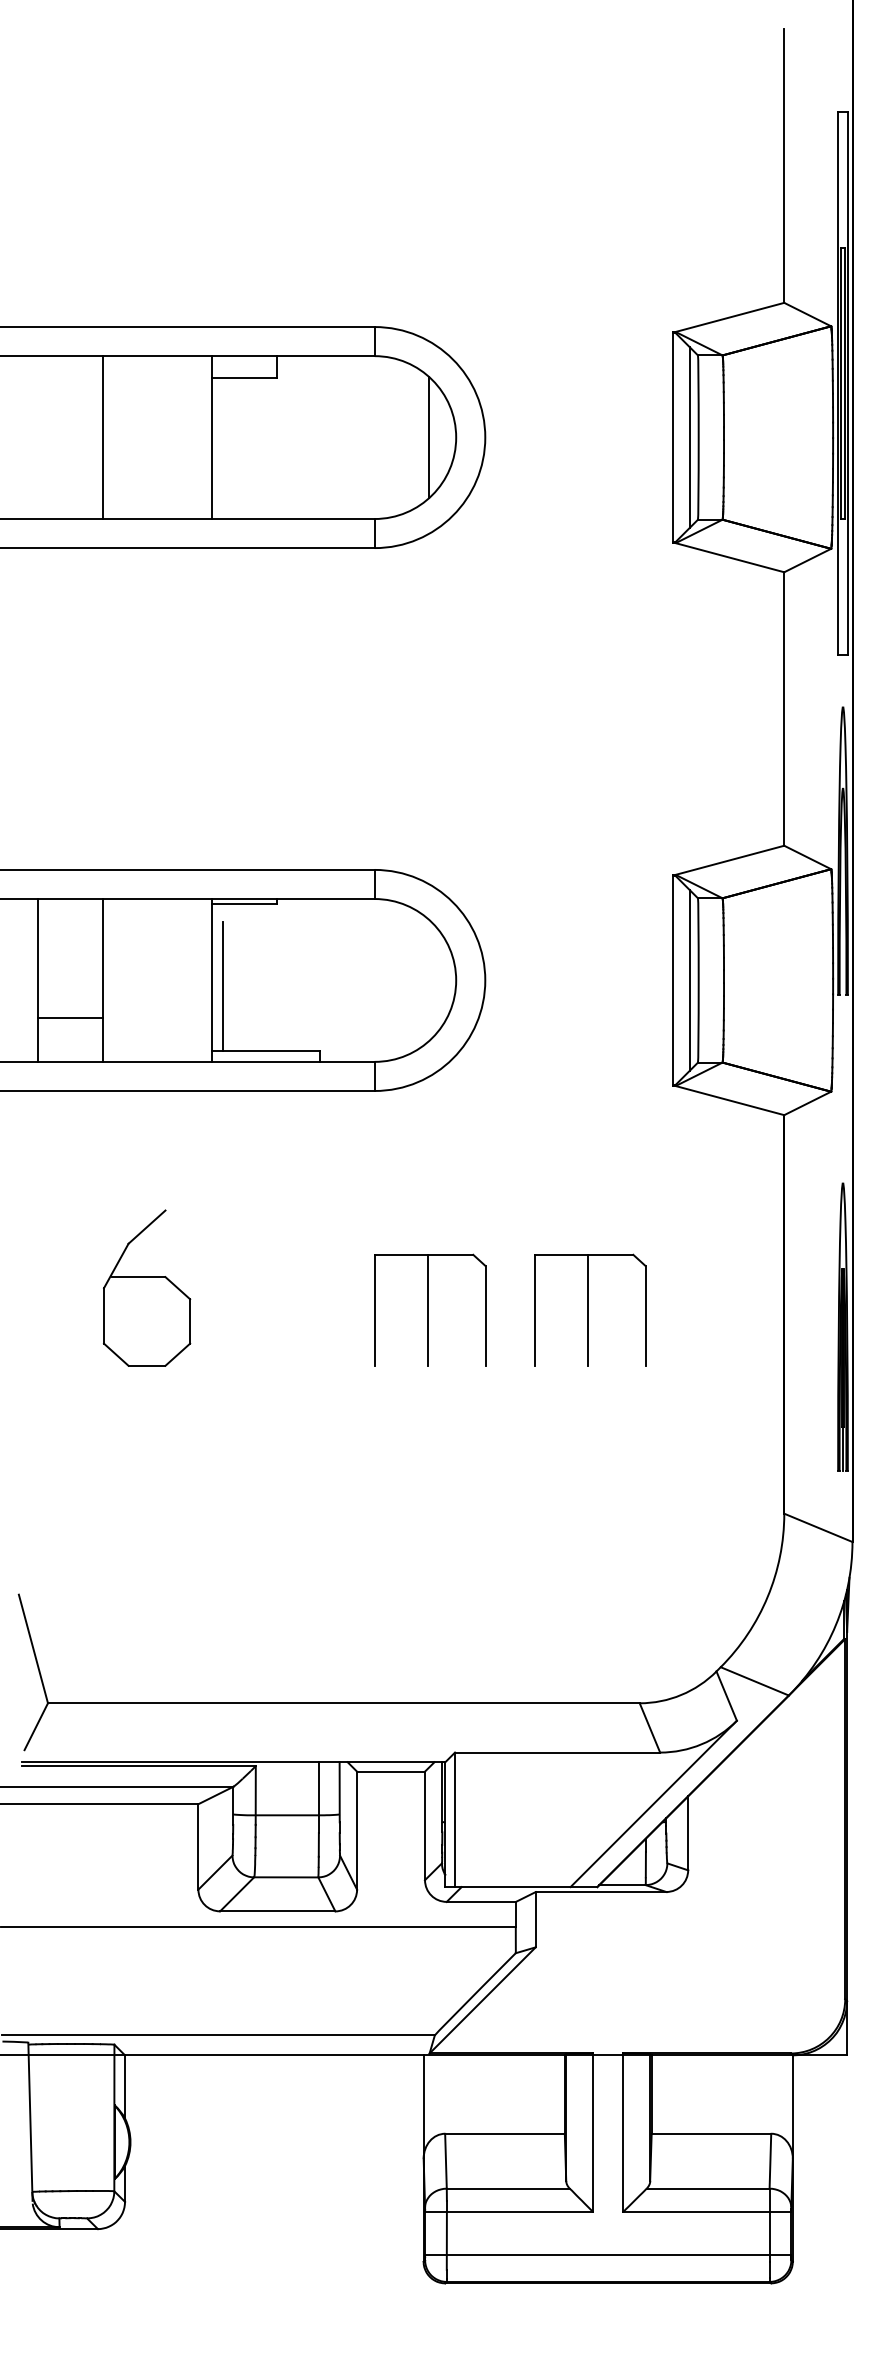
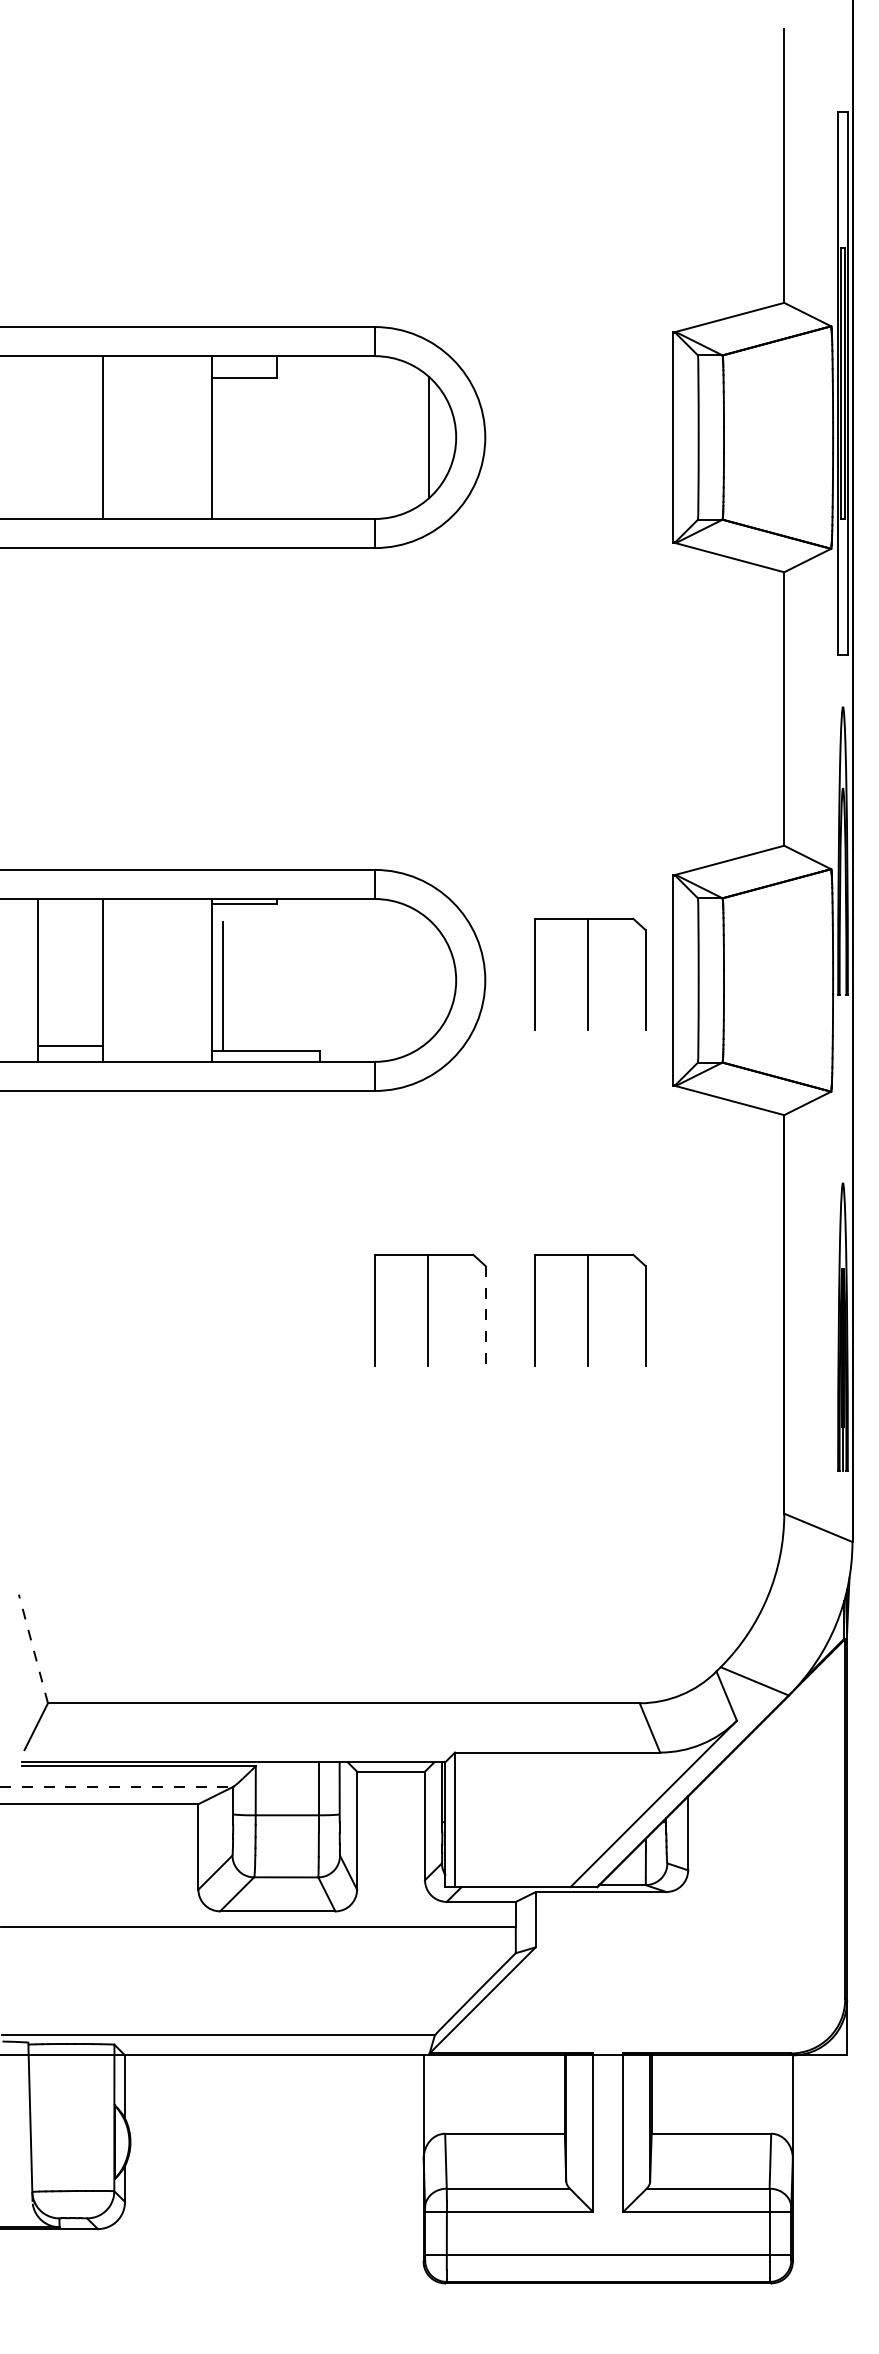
line at (689, 437): present -> none
part at (590, 973): none -> present
line at (689, 979): present -> none
line at (70, 1018) position: (70, 1018) -> (70, 1046)
part at (147, 1287): present -> none
line at (485, 1315): solid -> dashed
line at (33, 1648): solid -> dashed
line at (117, 1786): solid -> dashed
